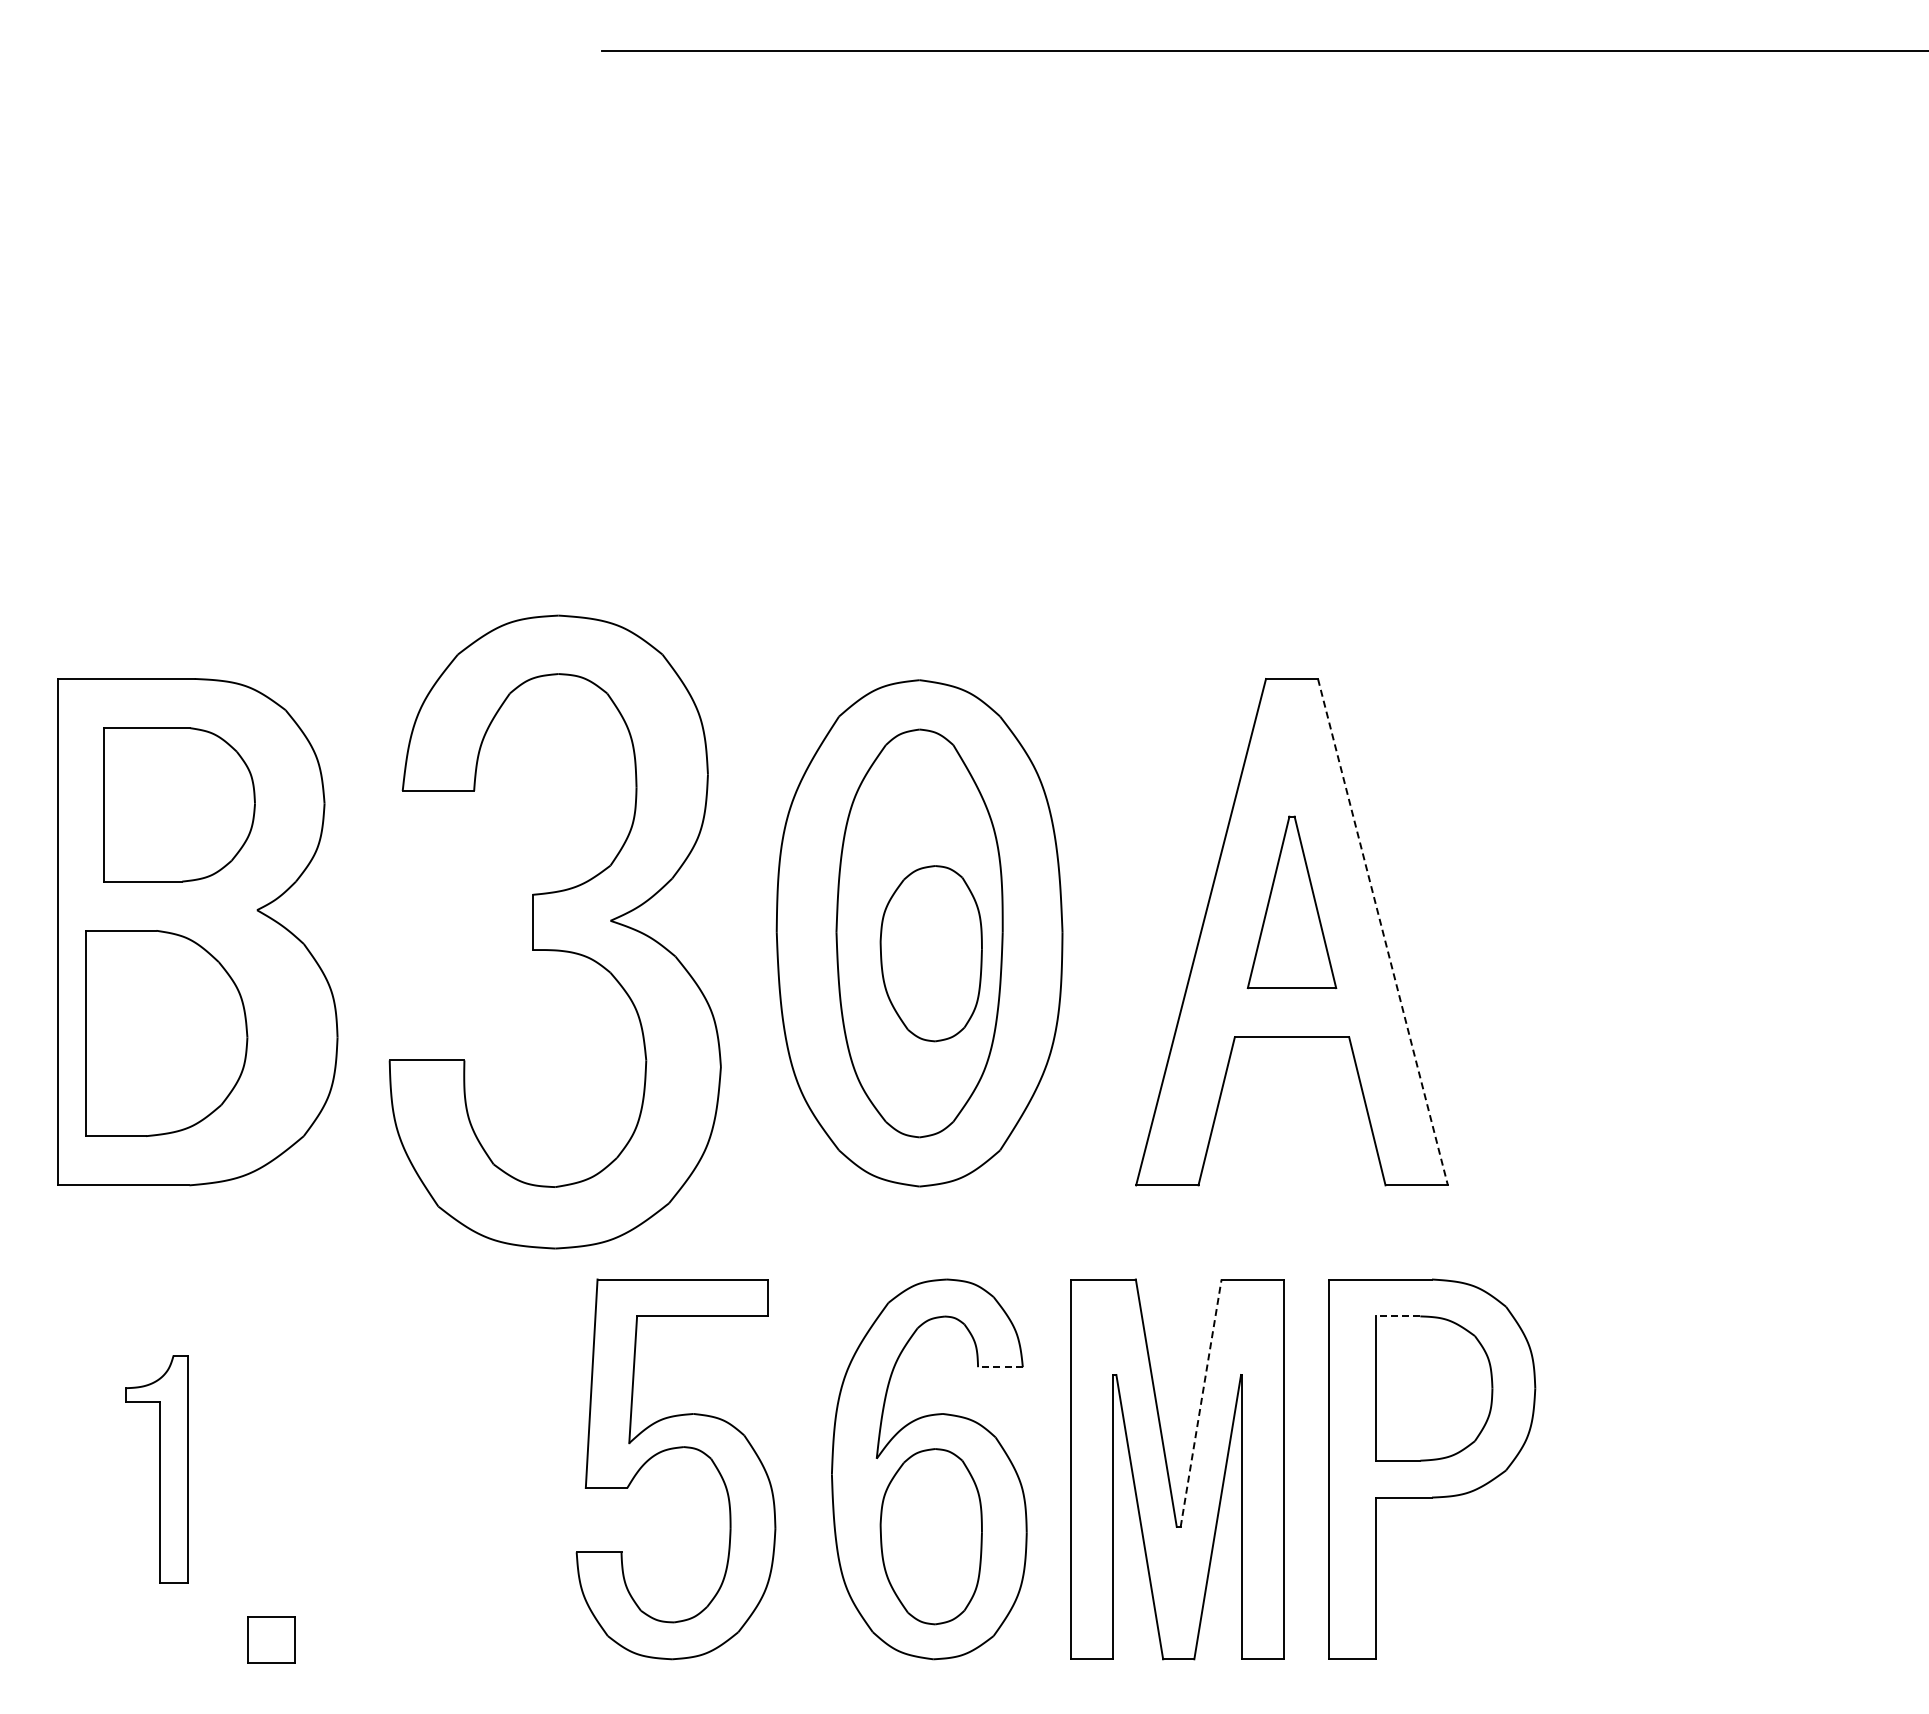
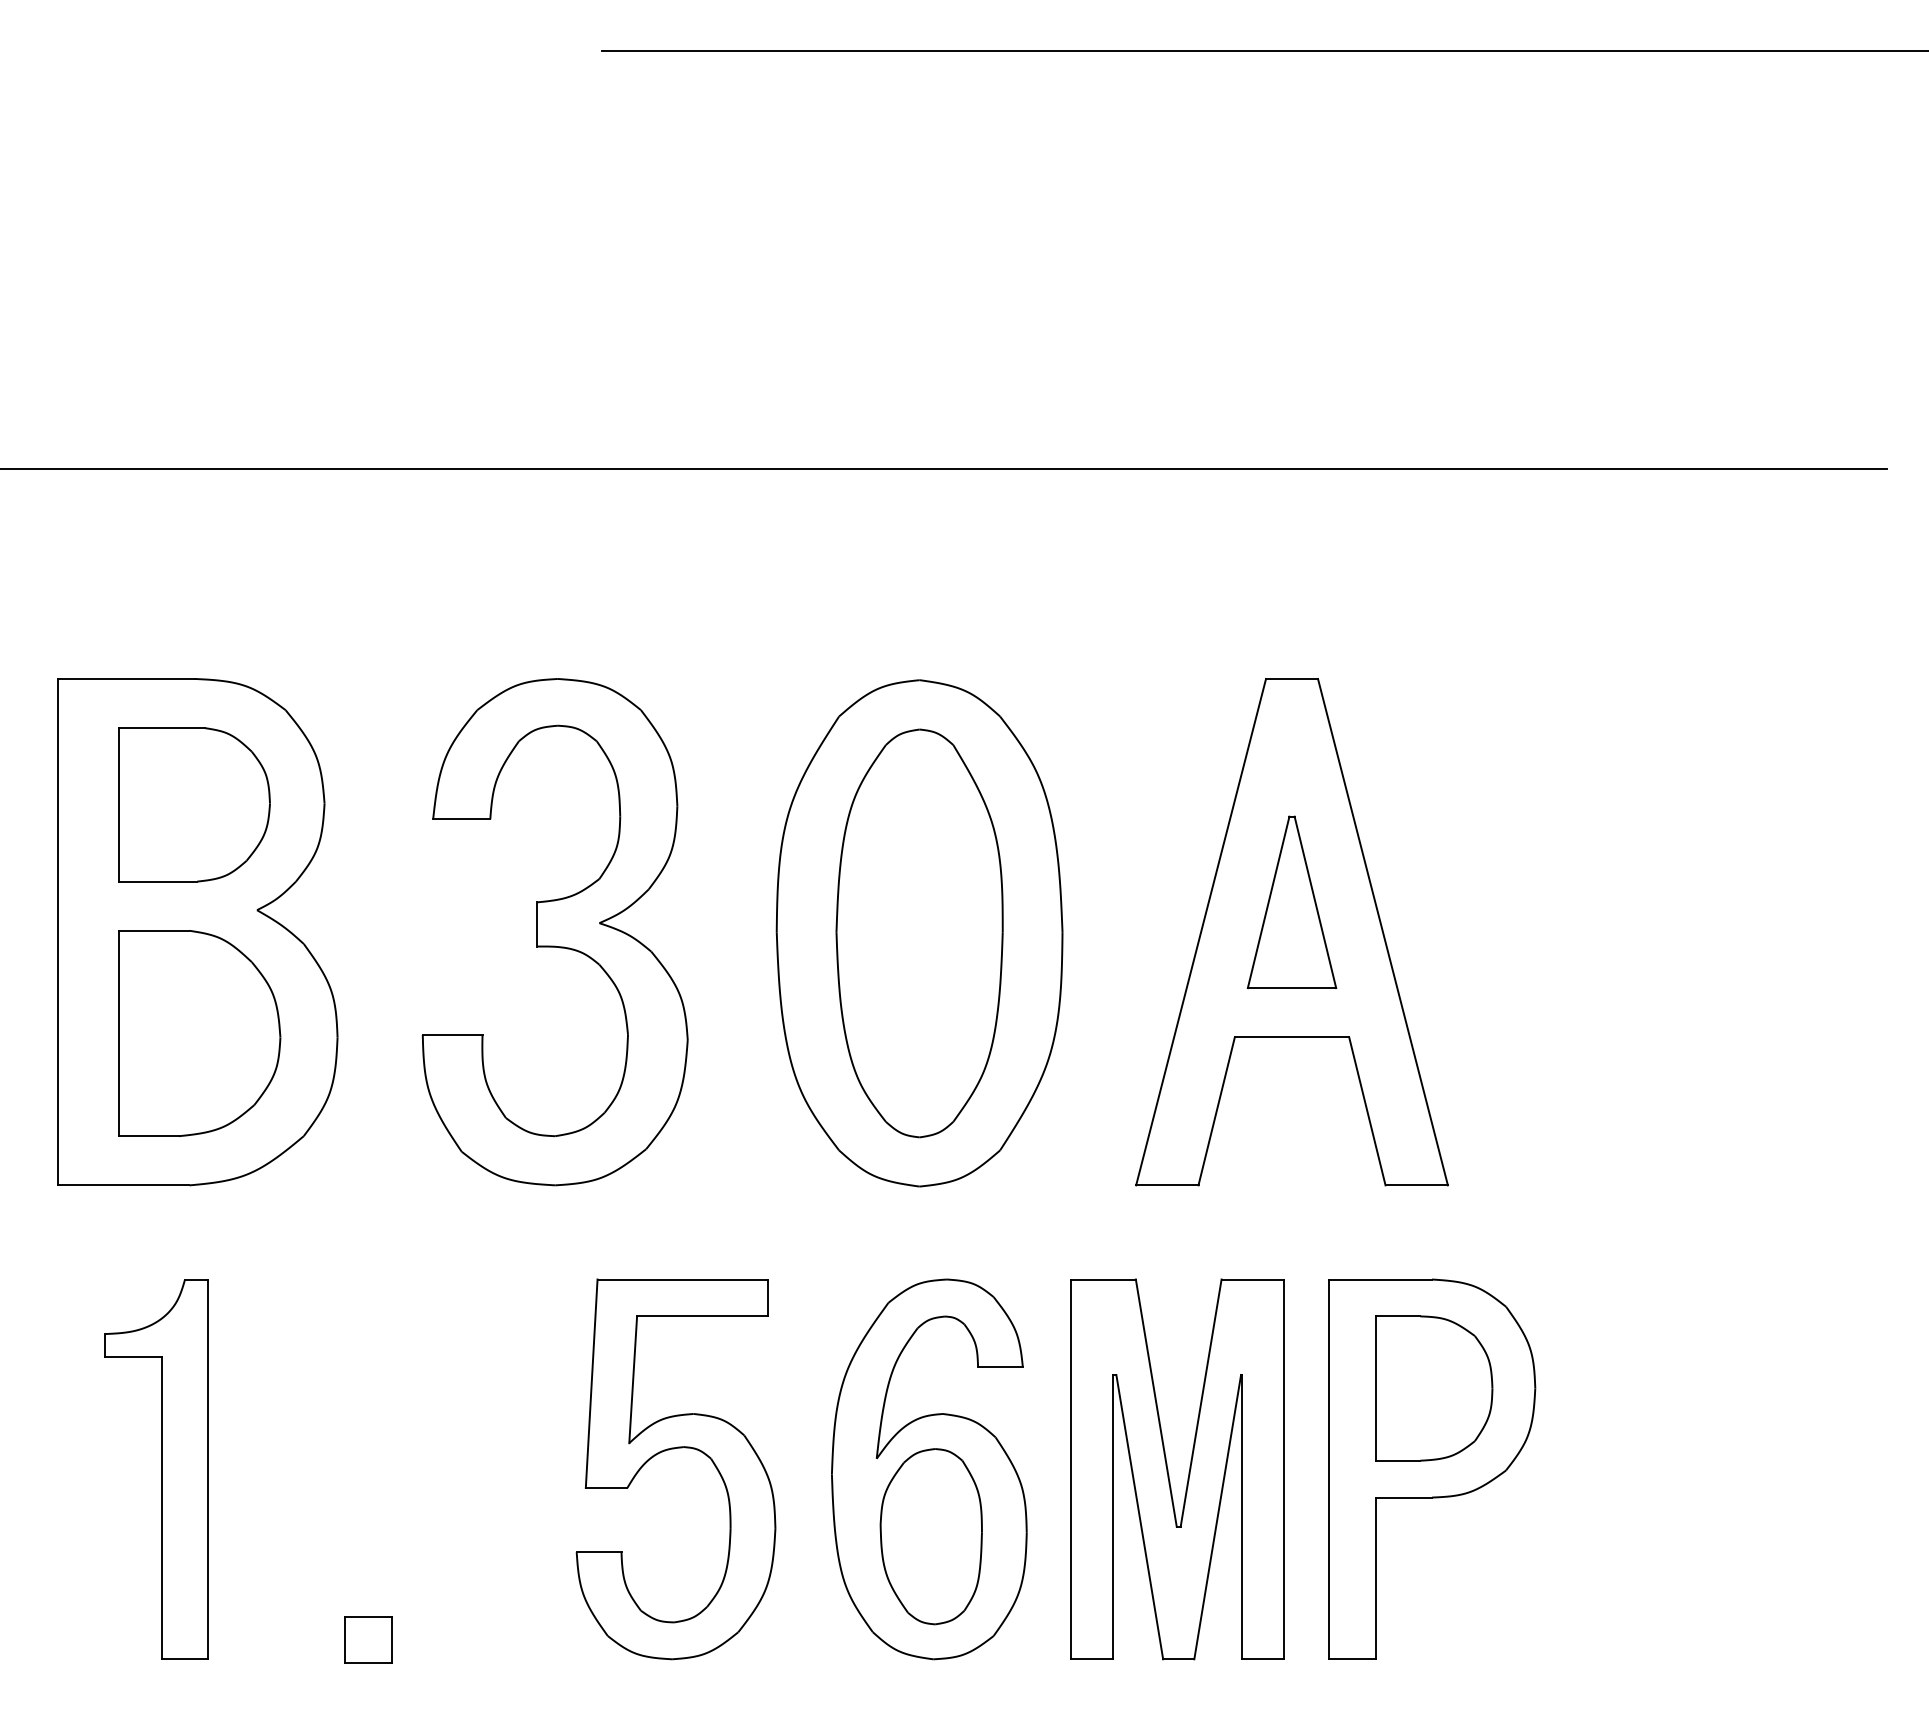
line at (944, 469): none -> present
part at (179, 804) position: (179, 804) -> (194, 804)
part at (554, 931) size: 334x636 px -> 268x509 px
line at (1383, 932): dashed -> solid
part at (930, 953): present -> none
part at (166, 1033) position: (166, 1033) -> (199, 1033)
line at (1397, 1316): dashed -> solid
line at (999, 1367): dashed -> solid
line at (1201, 1402): dashed -> solid
part at (156, 1469) size: 64x229 px -> 105x381 px
part at (271, 1639) position: (271, 1639) -> (368, 1639)
